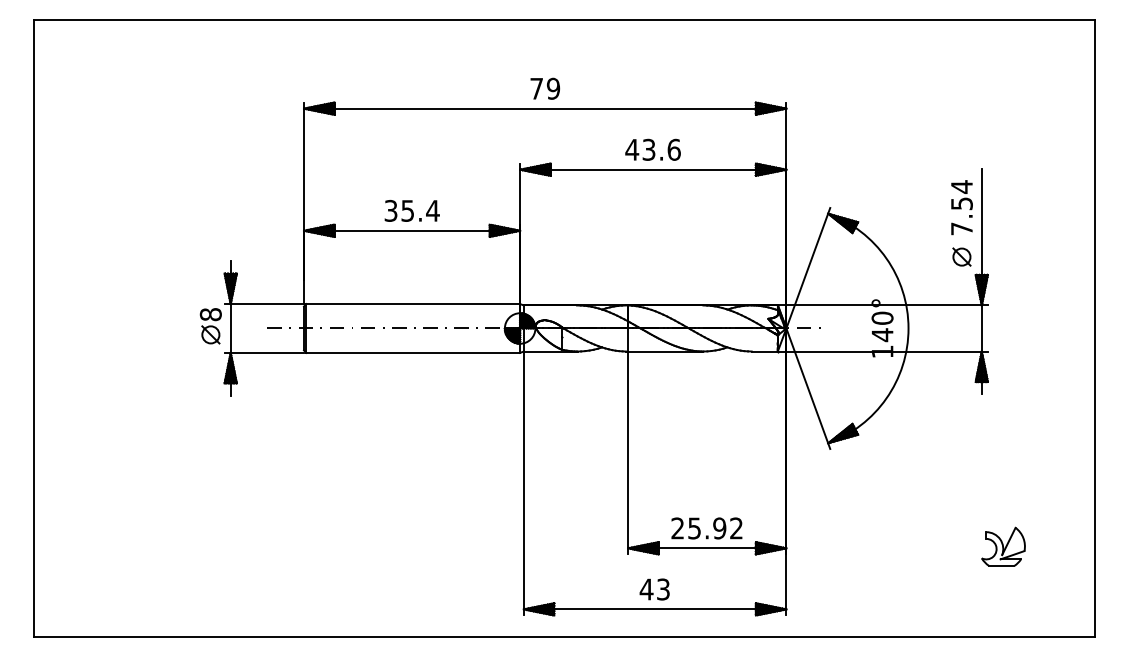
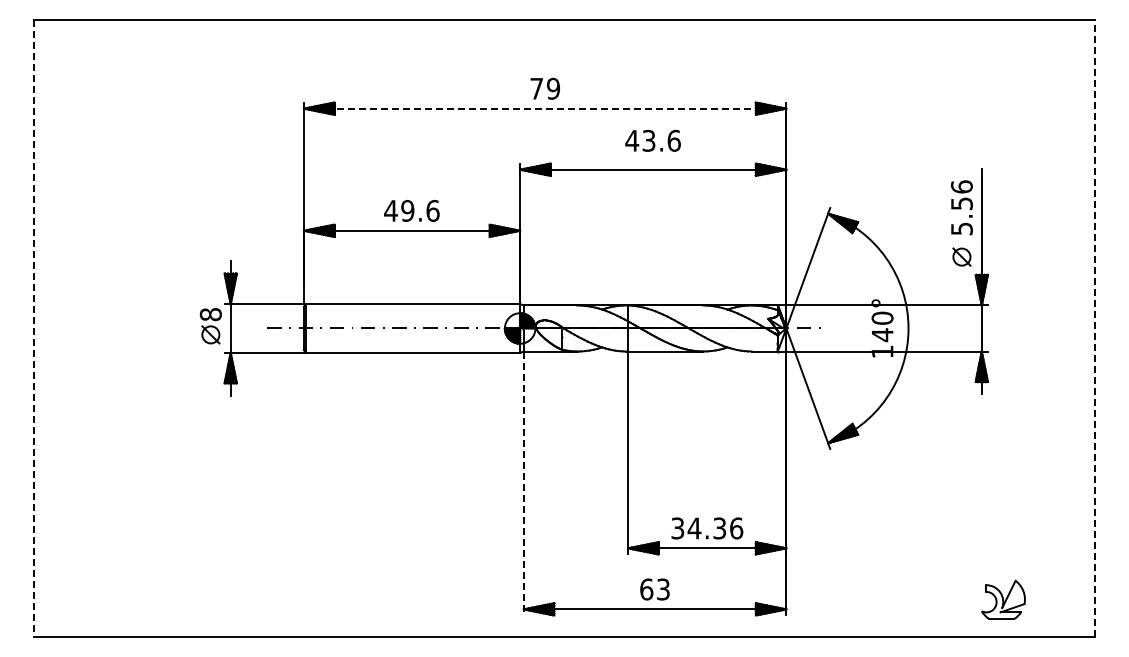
line at (545, 108): solid -> dashed
text at (652, 149) position: (652, 149) -> (652, 140)
text at (961, 207): 7.54 -> 5.56
text at (411, 210): 35.4 -> 49.6
line at (33, 328): solid -> dashed
line at (1095, 328): solid -> dashed
line at (523, 483): solid -> dashed
text at (707, 528): 25.92 -> 34.36
part at (1003, 546) position: (1003, 546) -> (1003, 599)
text at (646, 589): 43 -> 63
